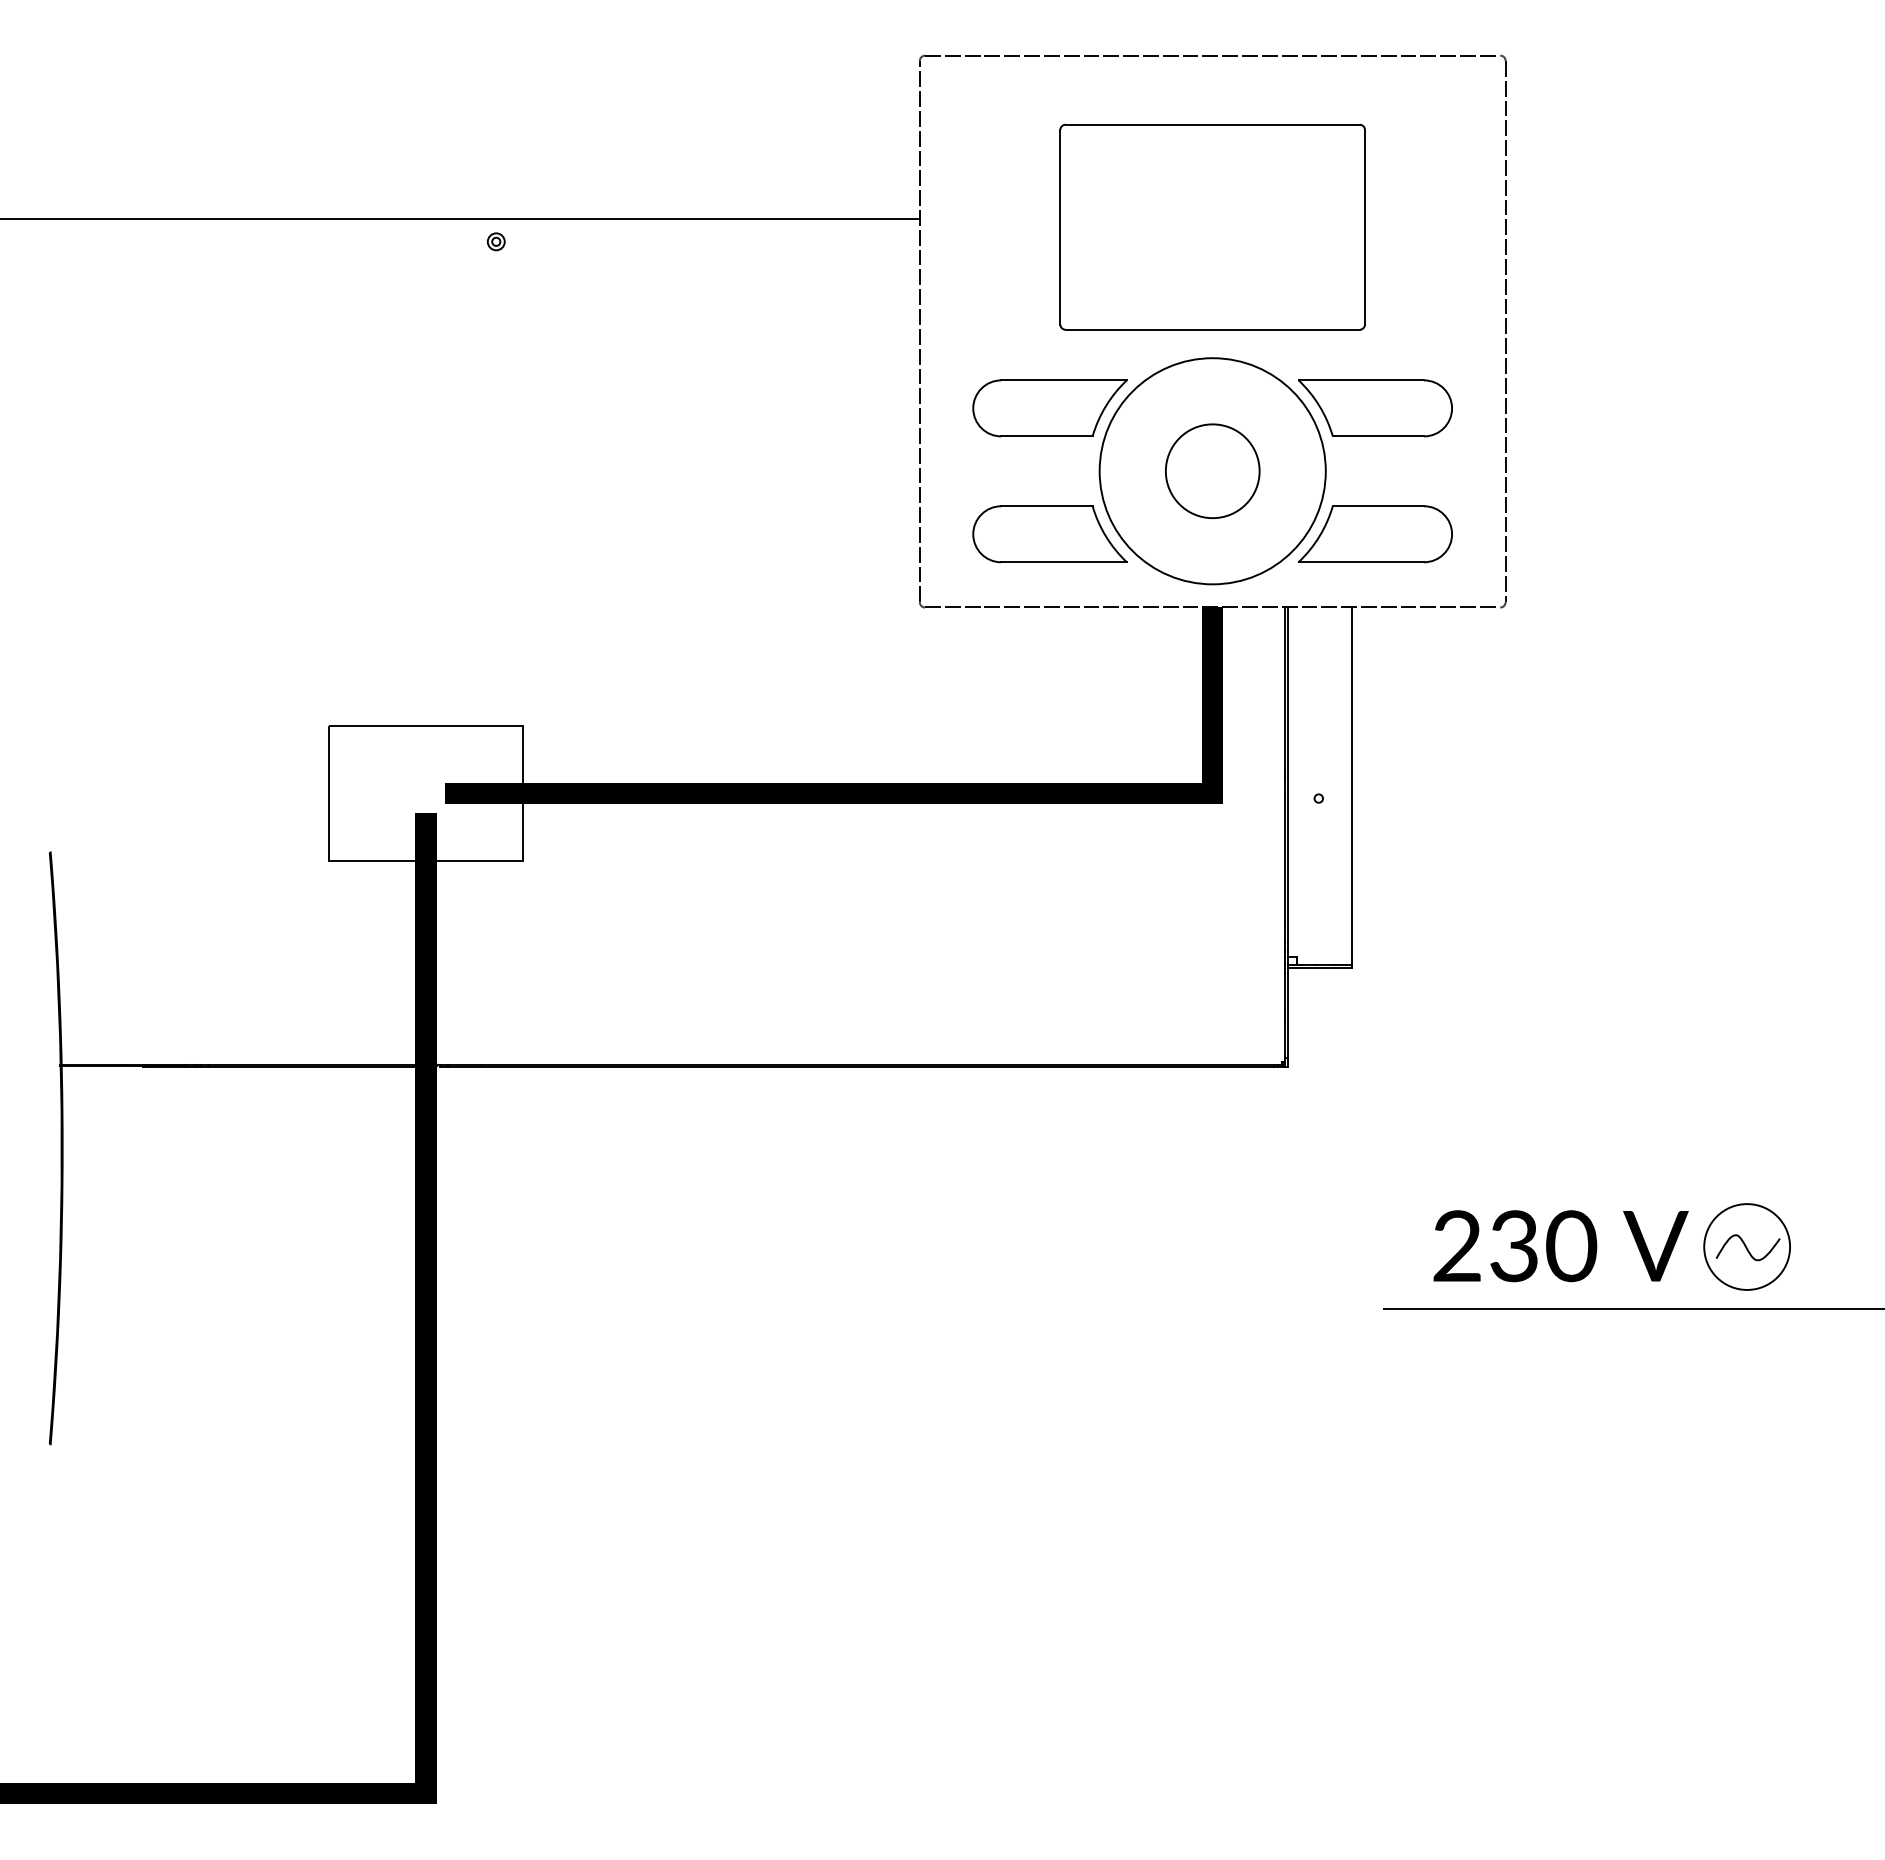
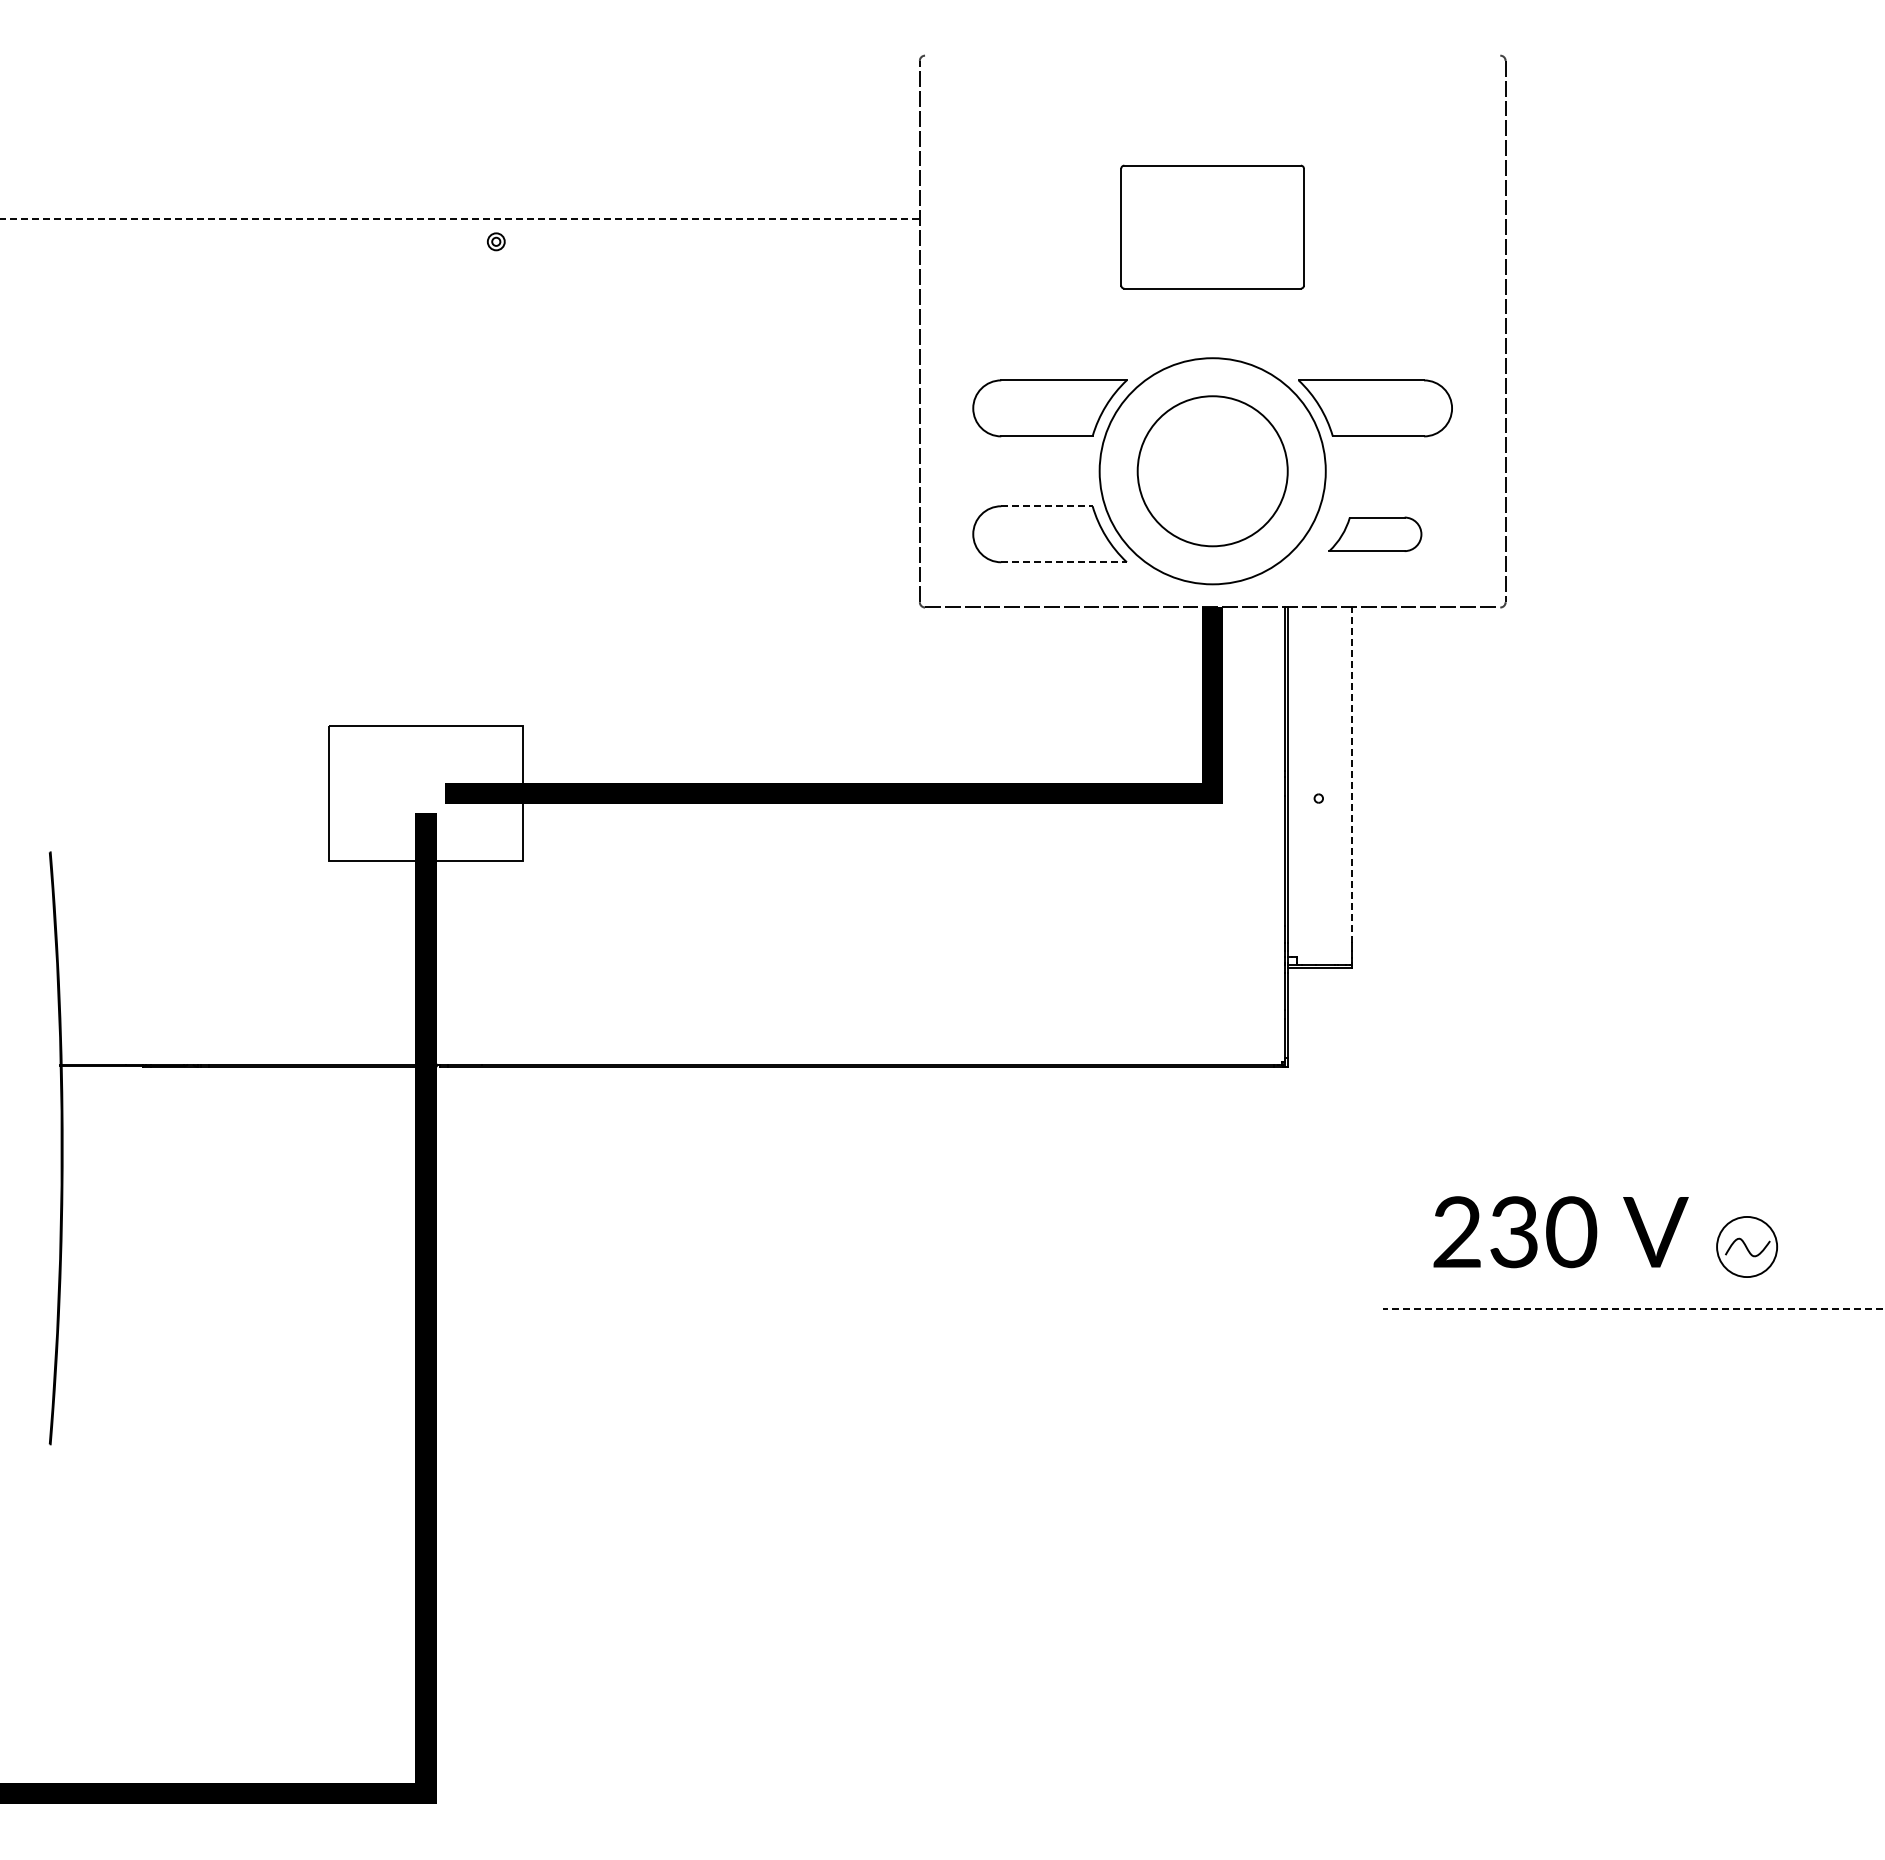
line at (1212, 55): present -> none
line at (459, 219): solid -> dashed
part at (1212, 226) size: 307x208 px -> 185x126 px
circle at (1212, 471) diameter: 94 px -> 150 px
line at (1046, 506): solid -> dashed
part at (1375, 534) size: 155x59 px -> 95x36 px
line at (1064, 562): solid -> dashed
line at (1352, 775): solid -> dashed
text at (1560, 1246) position: (1560, 1246) -> (1560, 1232)
part at (1746, 1246) size: 88x88 px -> 62x62 px
line at (1633, 1309): solid -> dashed
